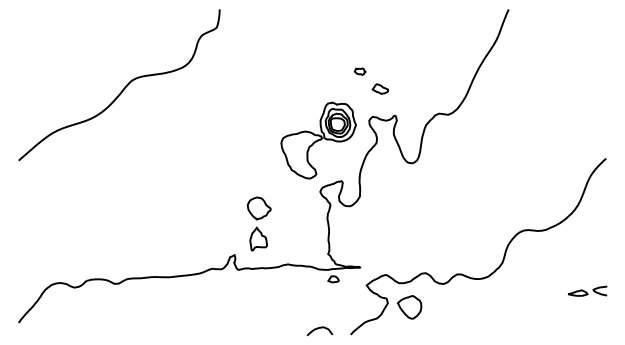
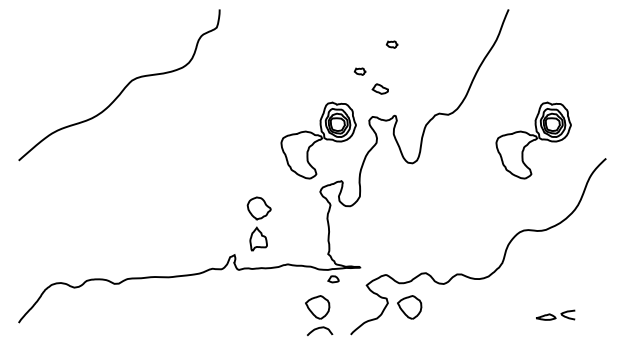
part at (391, 44): none -> present
part at (533, 140): none -> present
part at (587, 290) position: (587, 290) -> (555, 314)
part at (317, 307): none -> present
